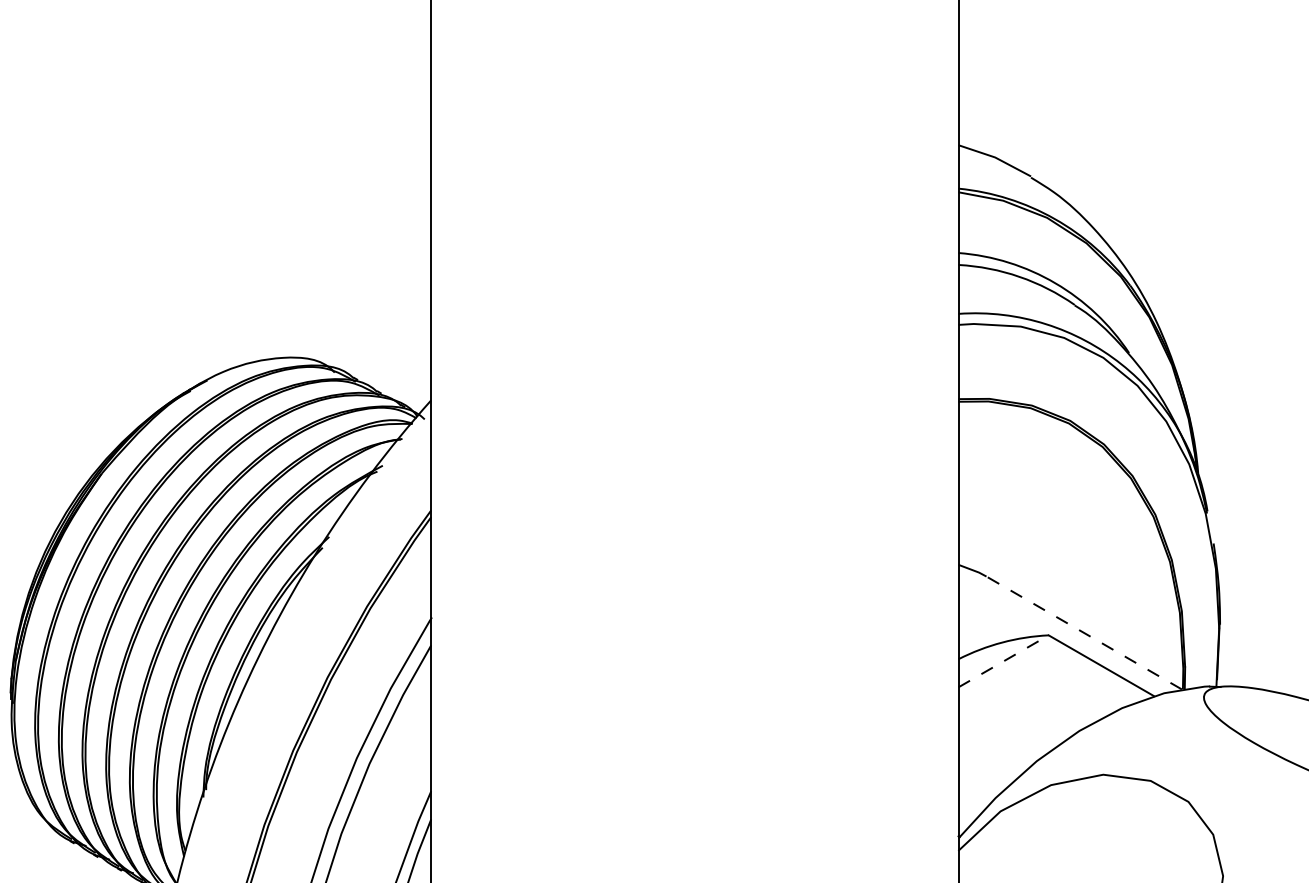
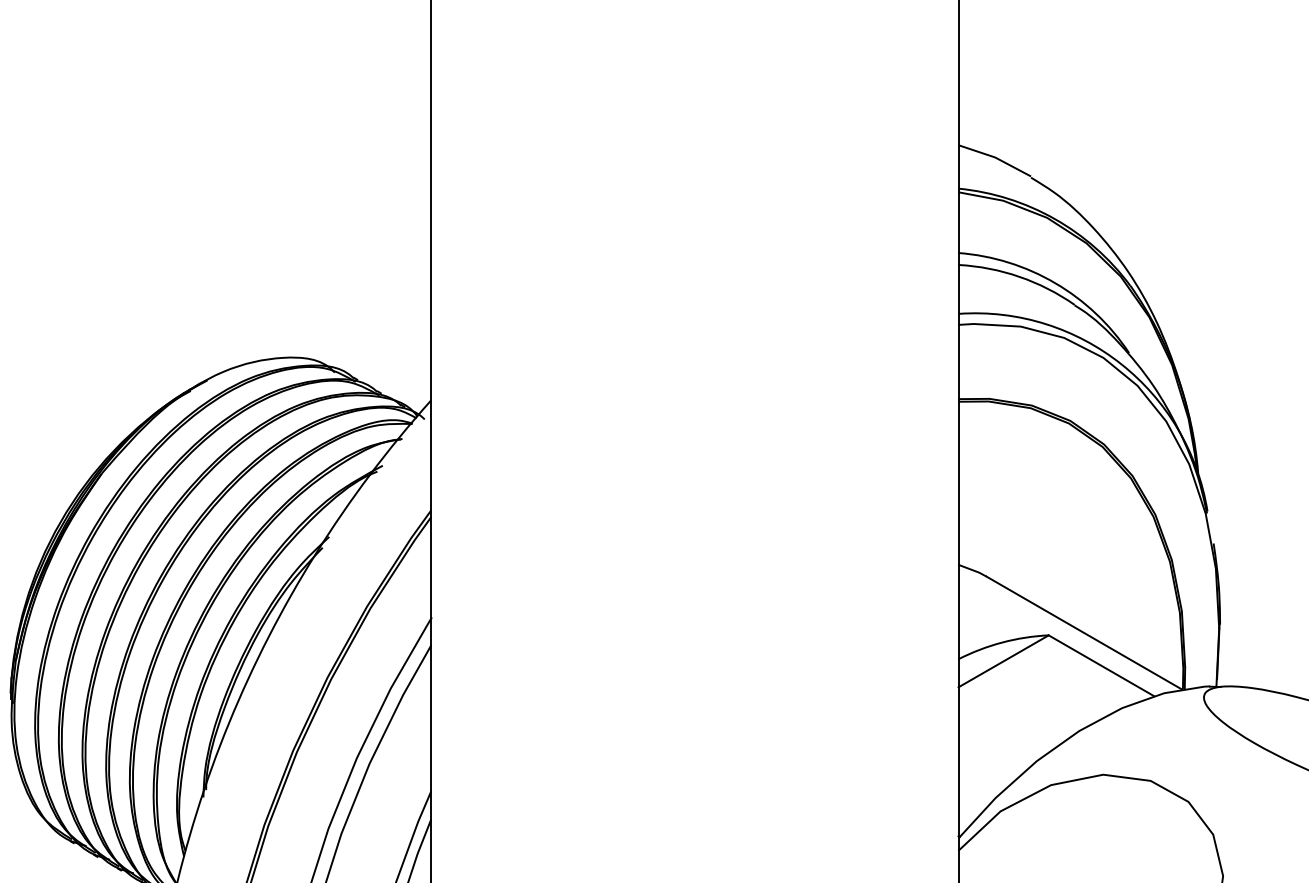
line at (1084, 633): dashed -> solid
line at (1004, 661): dashed -> solid
